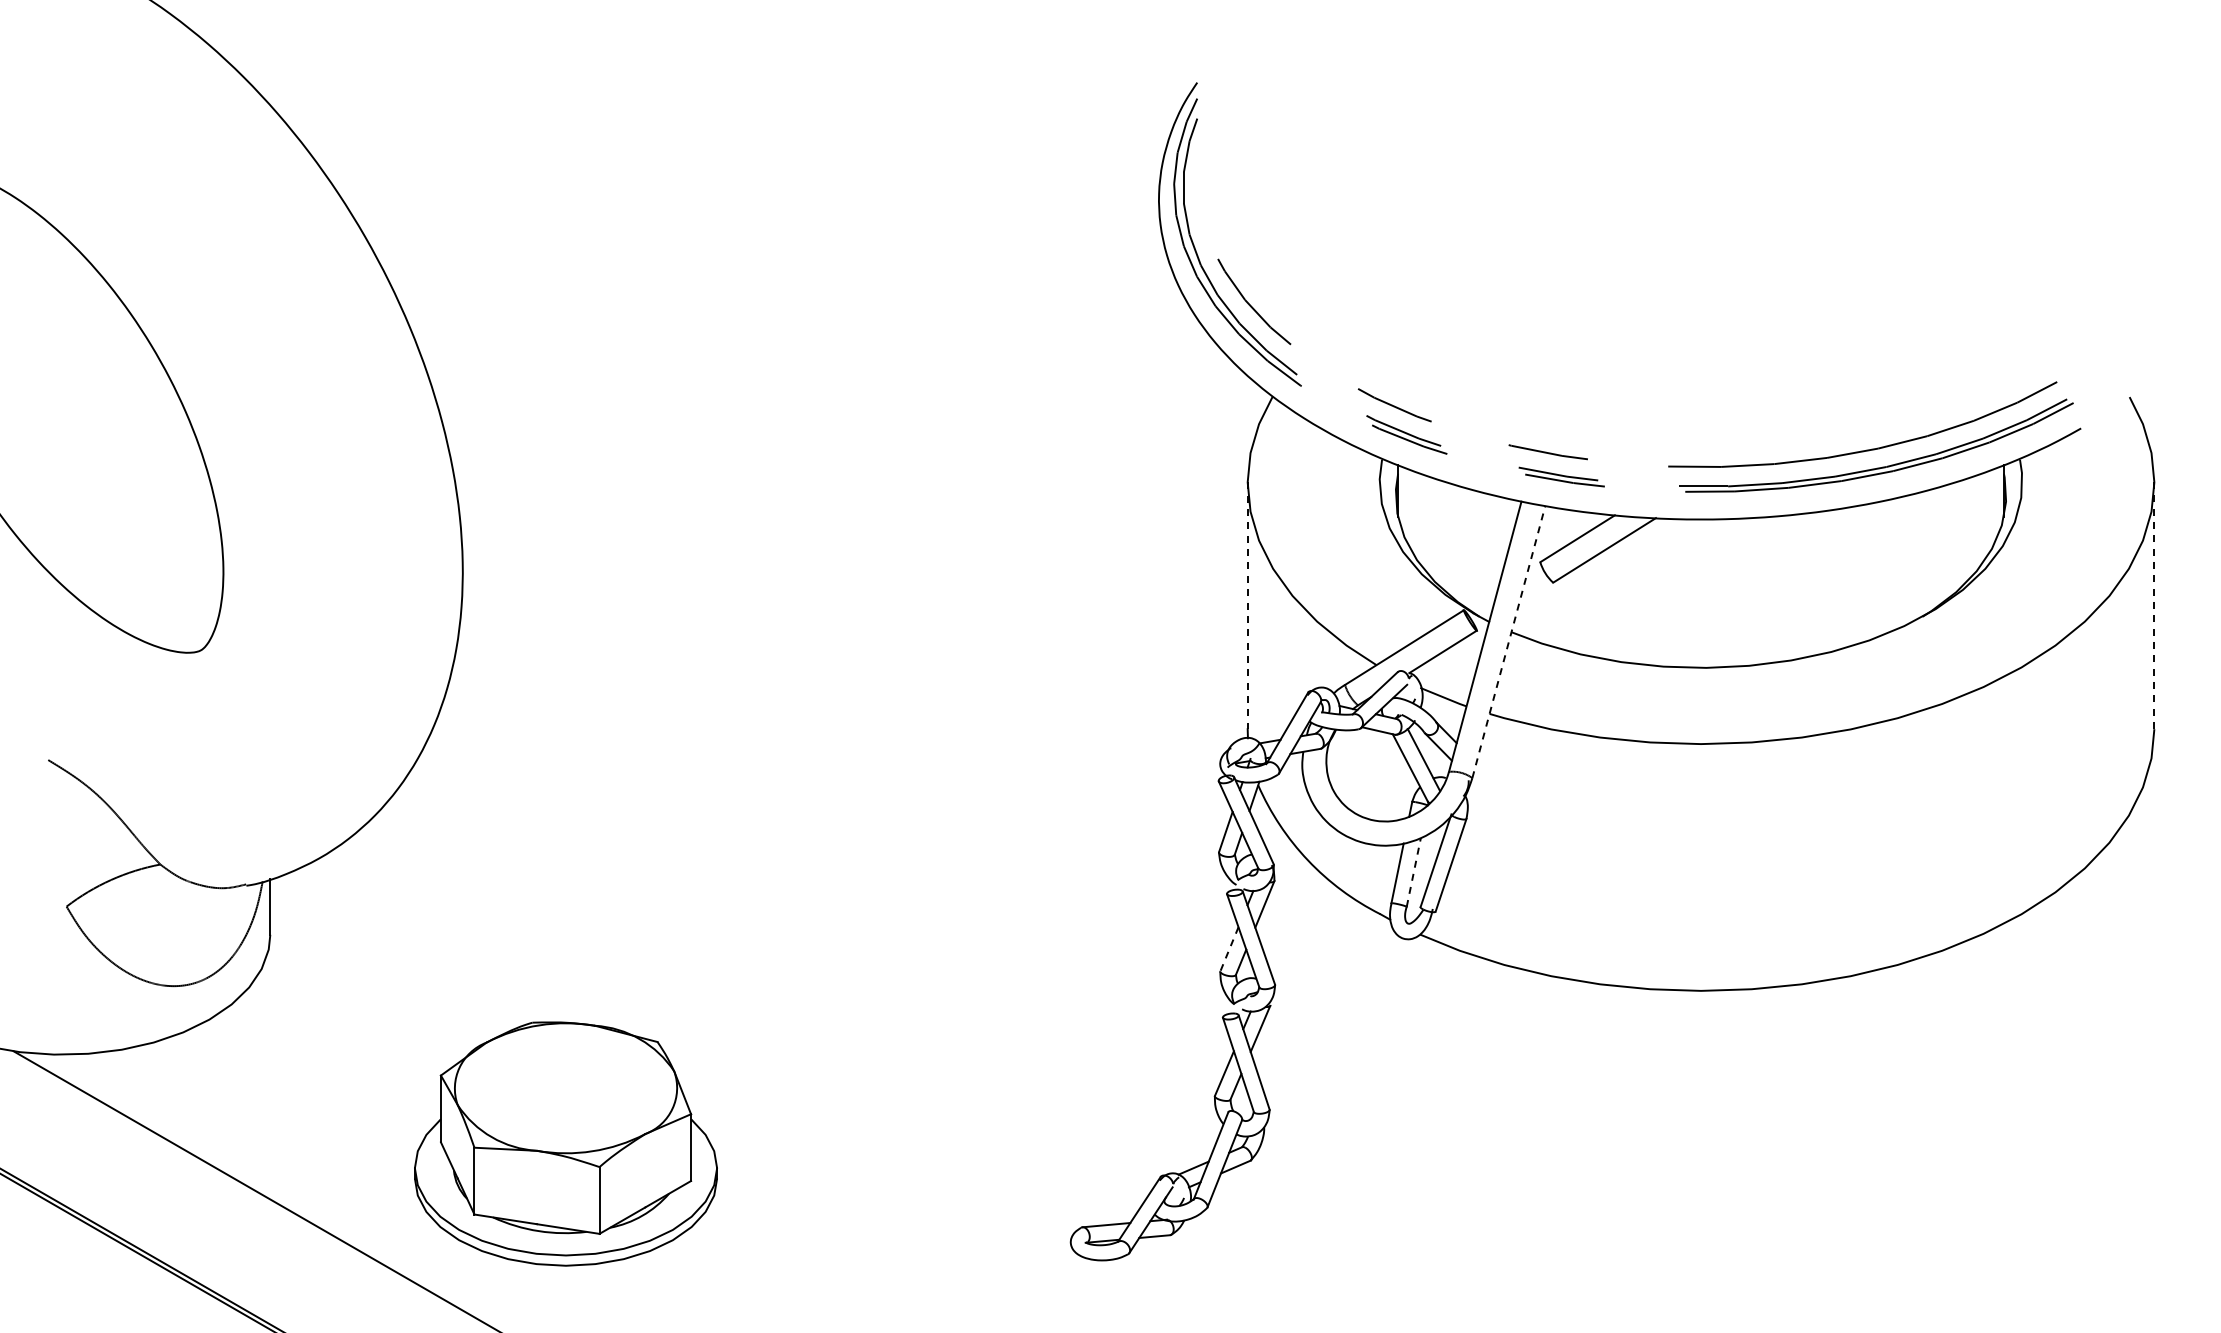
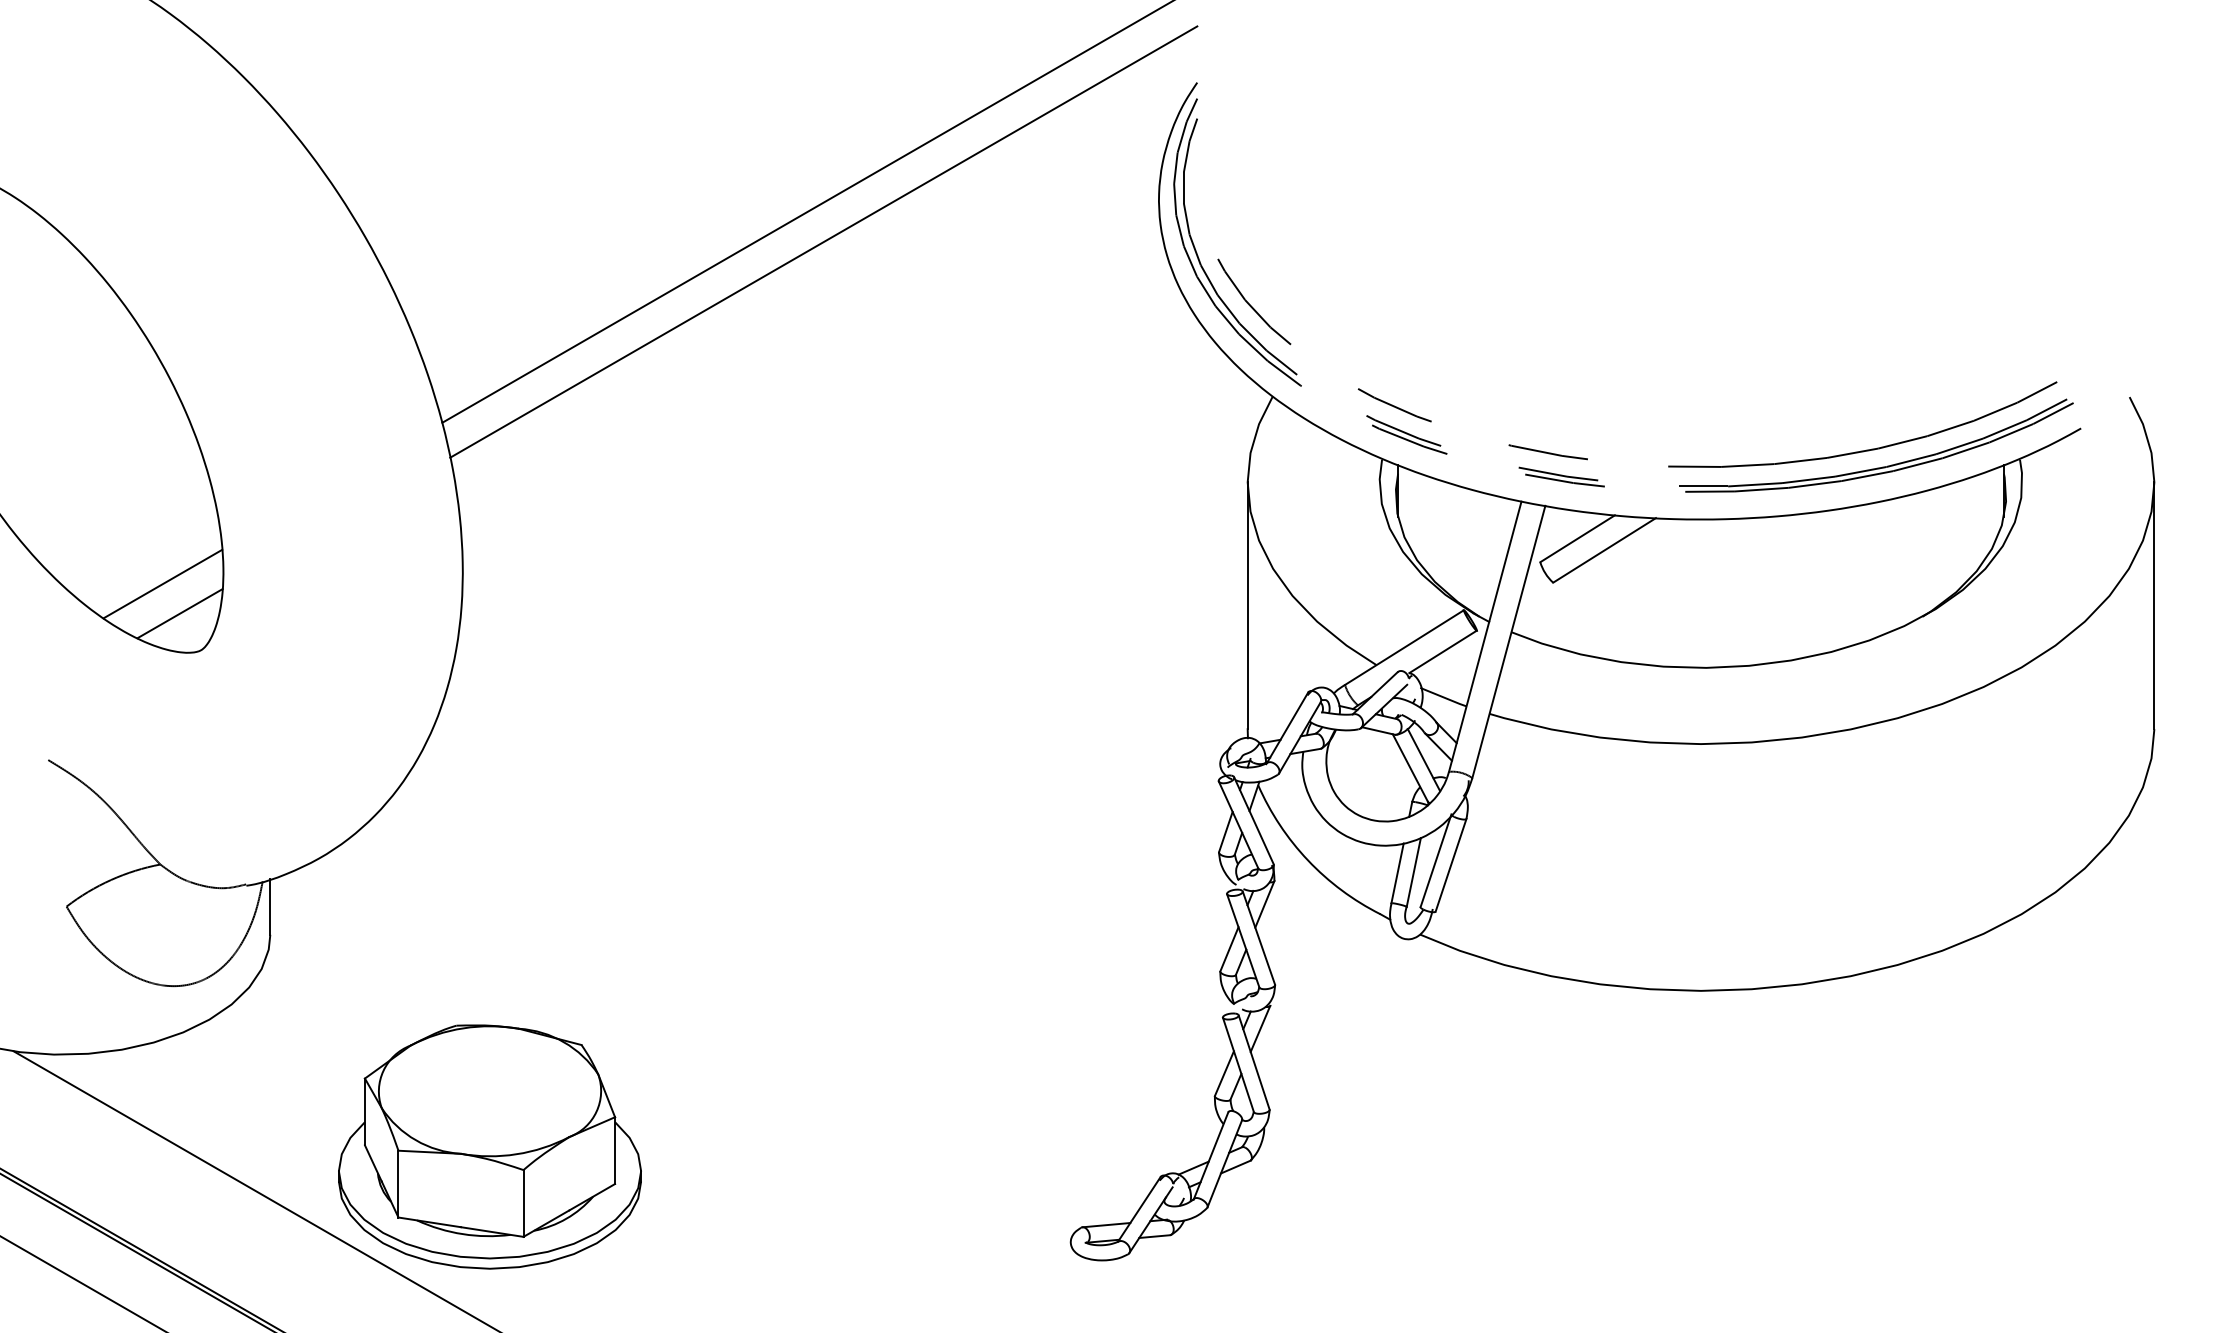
line at (806, 212): none -> present
line at (823, 241): none -> present
line at (162, 583): none -> present
line at (2154, 605): dashed -> solid
line at (1247, 606): dashed -> solid
line at (179, 613): none -> present
line at (1508, 641): dashed -> solid
line at (1413, 872): dashed -> solid
line at (1229, 949): dashed -> solid
part at (565, 1143) position: (565, 1143) -> (489, 1146)
line at (82, 1283): none -> present
